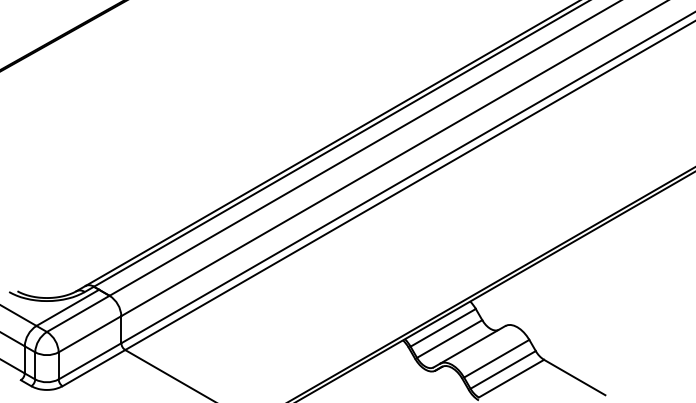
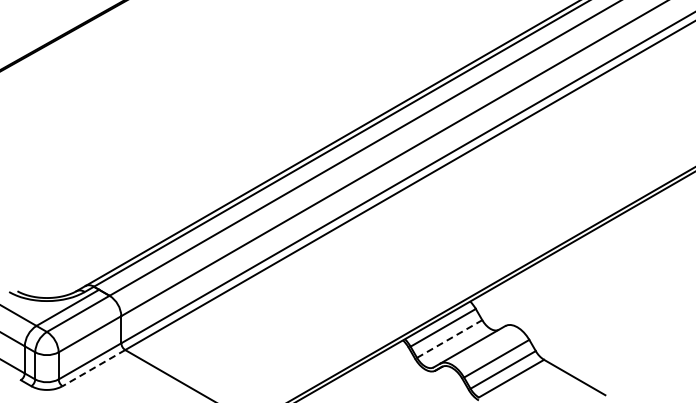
line at (449, 339): solid -> dashed
line at (93, 368): solid -> dashed
